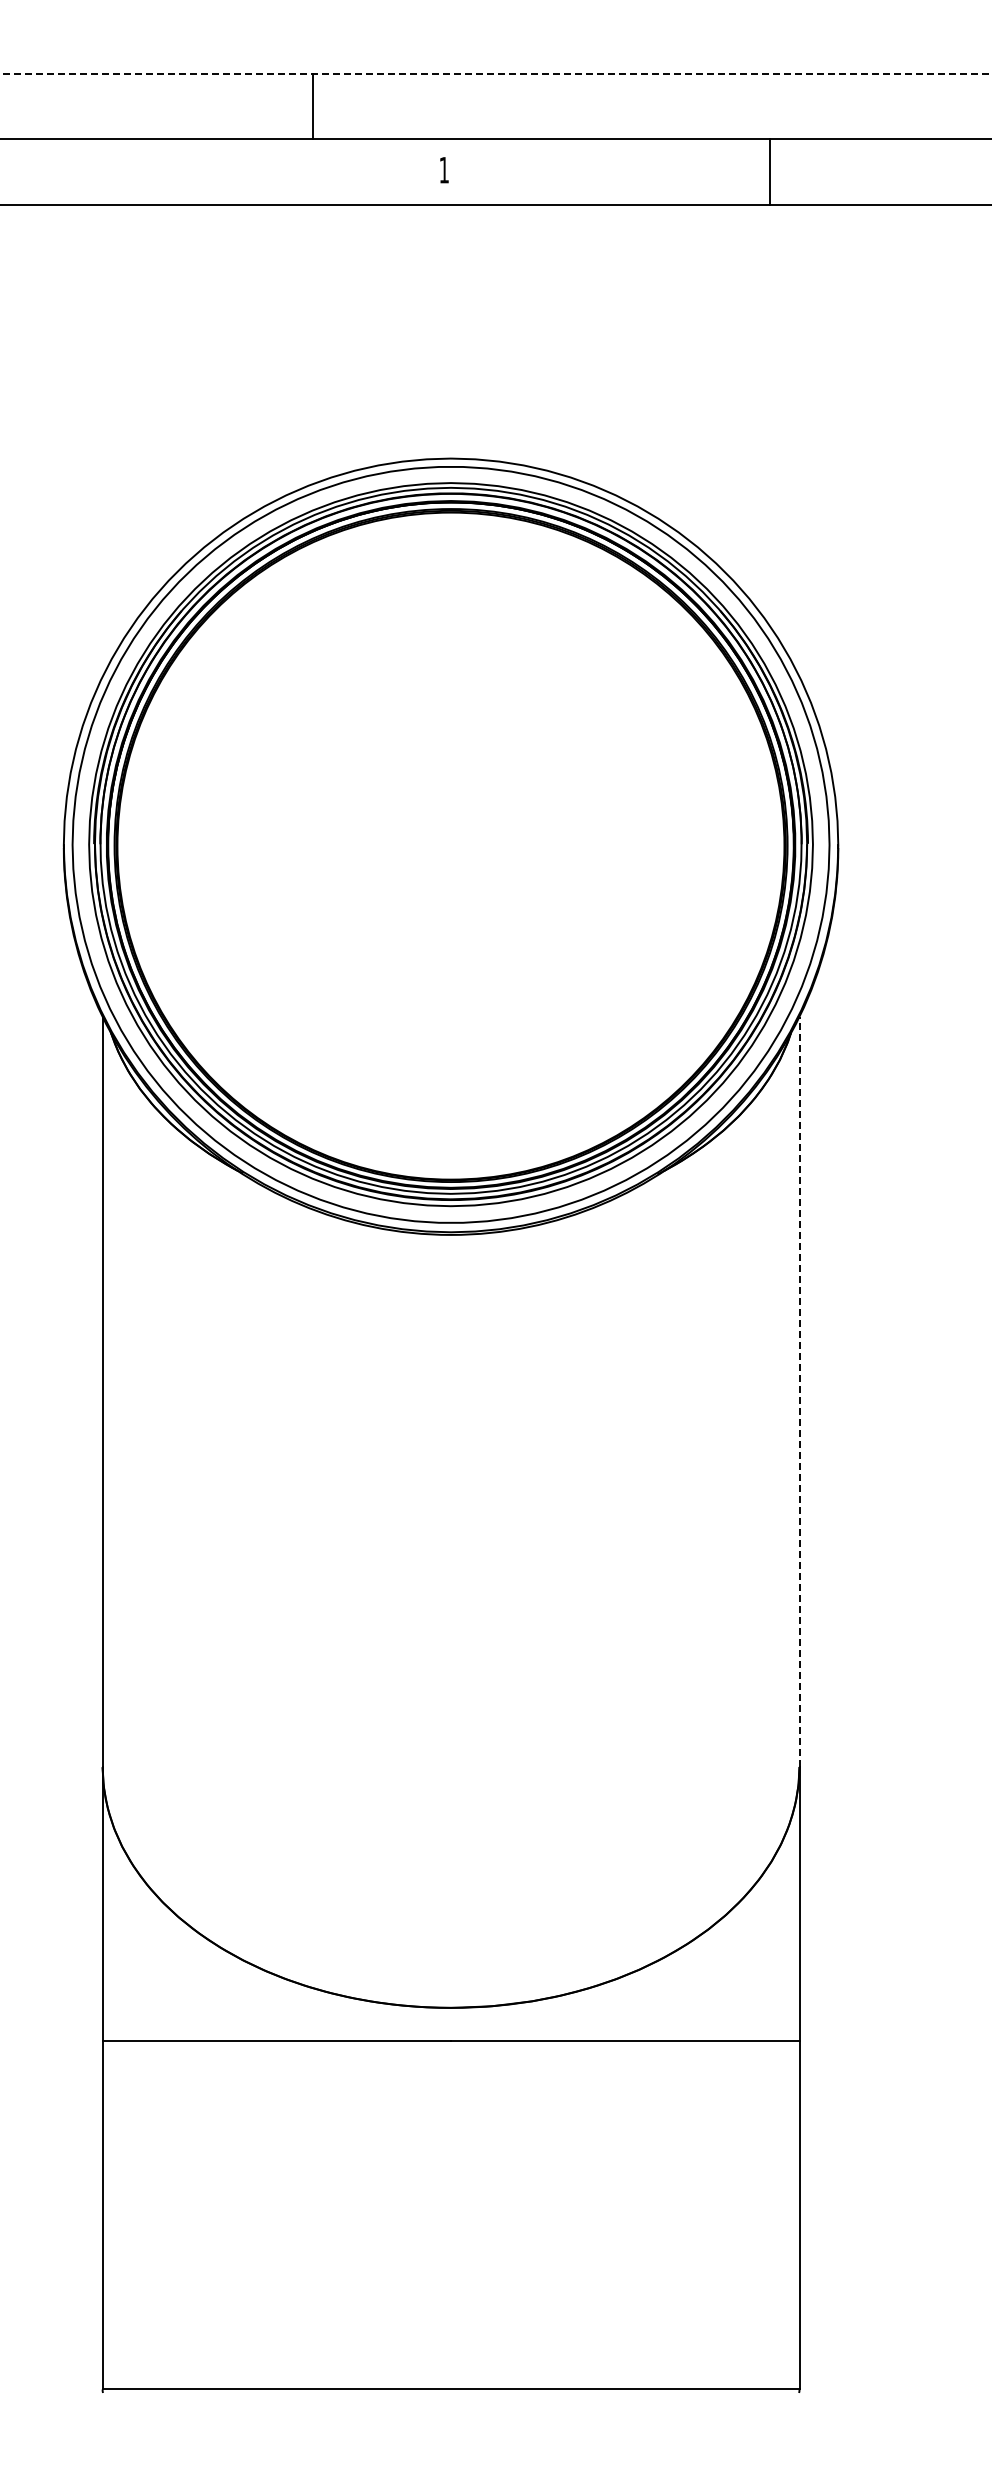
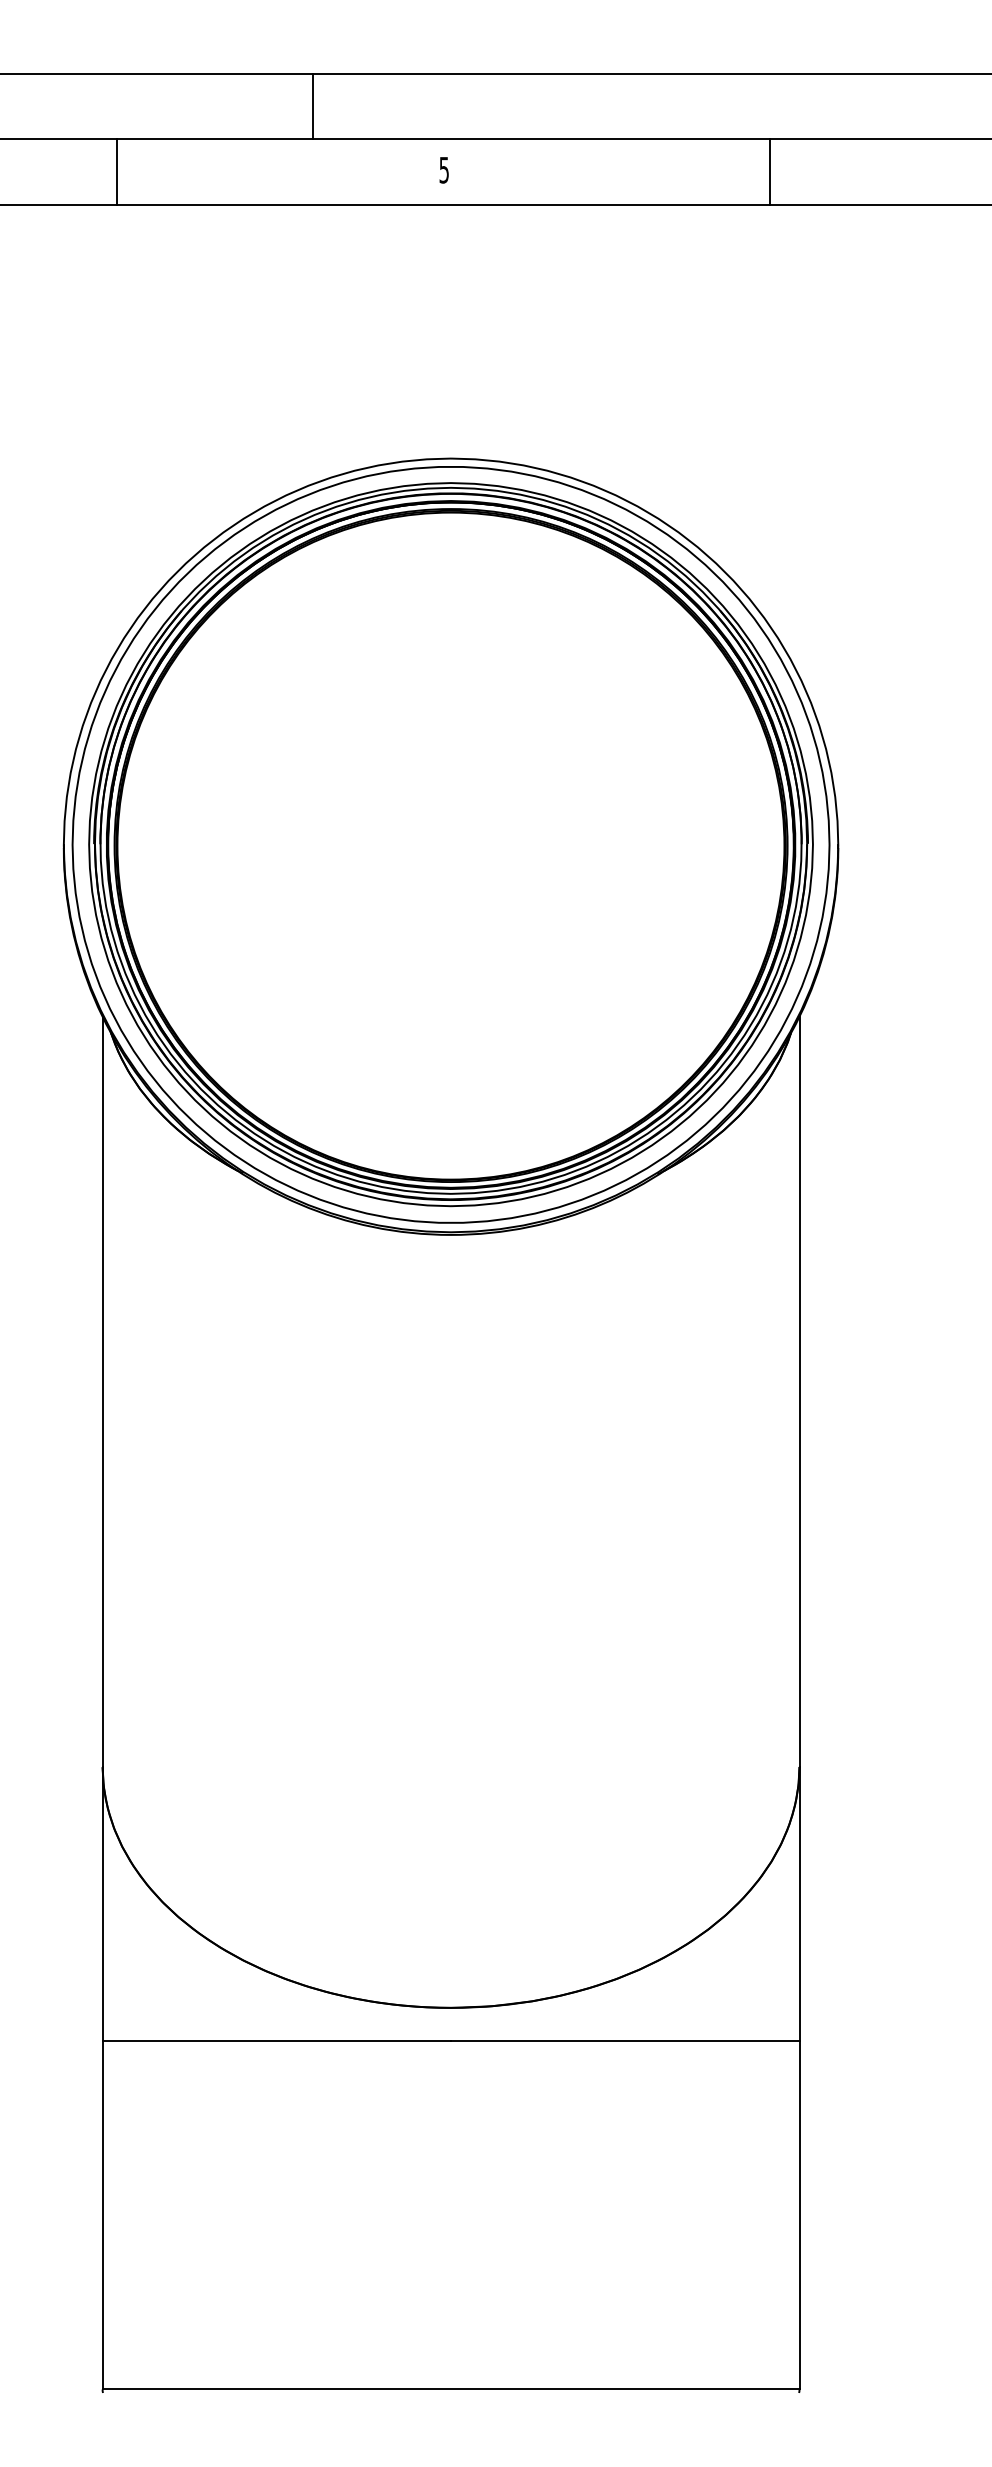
line at (496, 74): dashed -> solid
text at (443, 170): 1 -> 5
line at (117, 171): none -> present
line at (799, 1391): dashed -> solid
